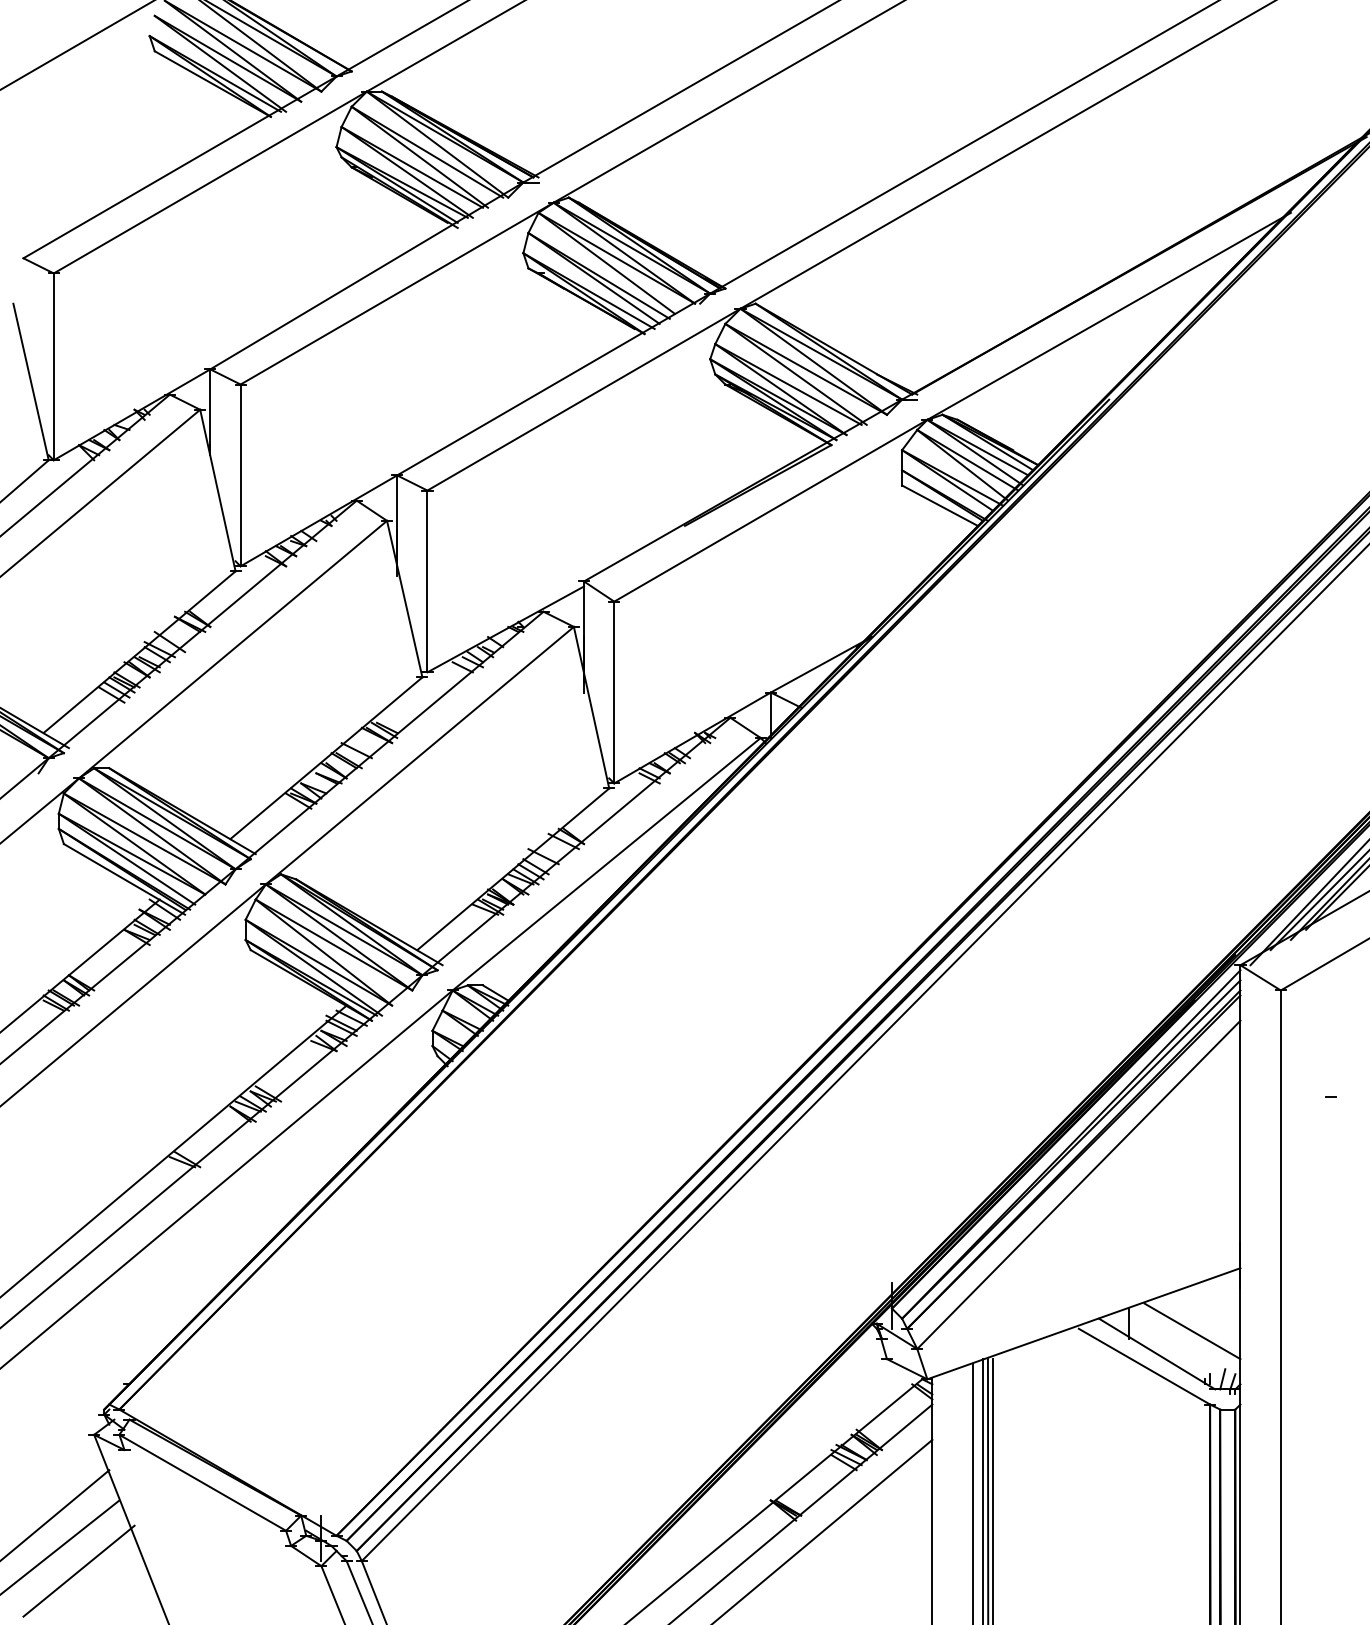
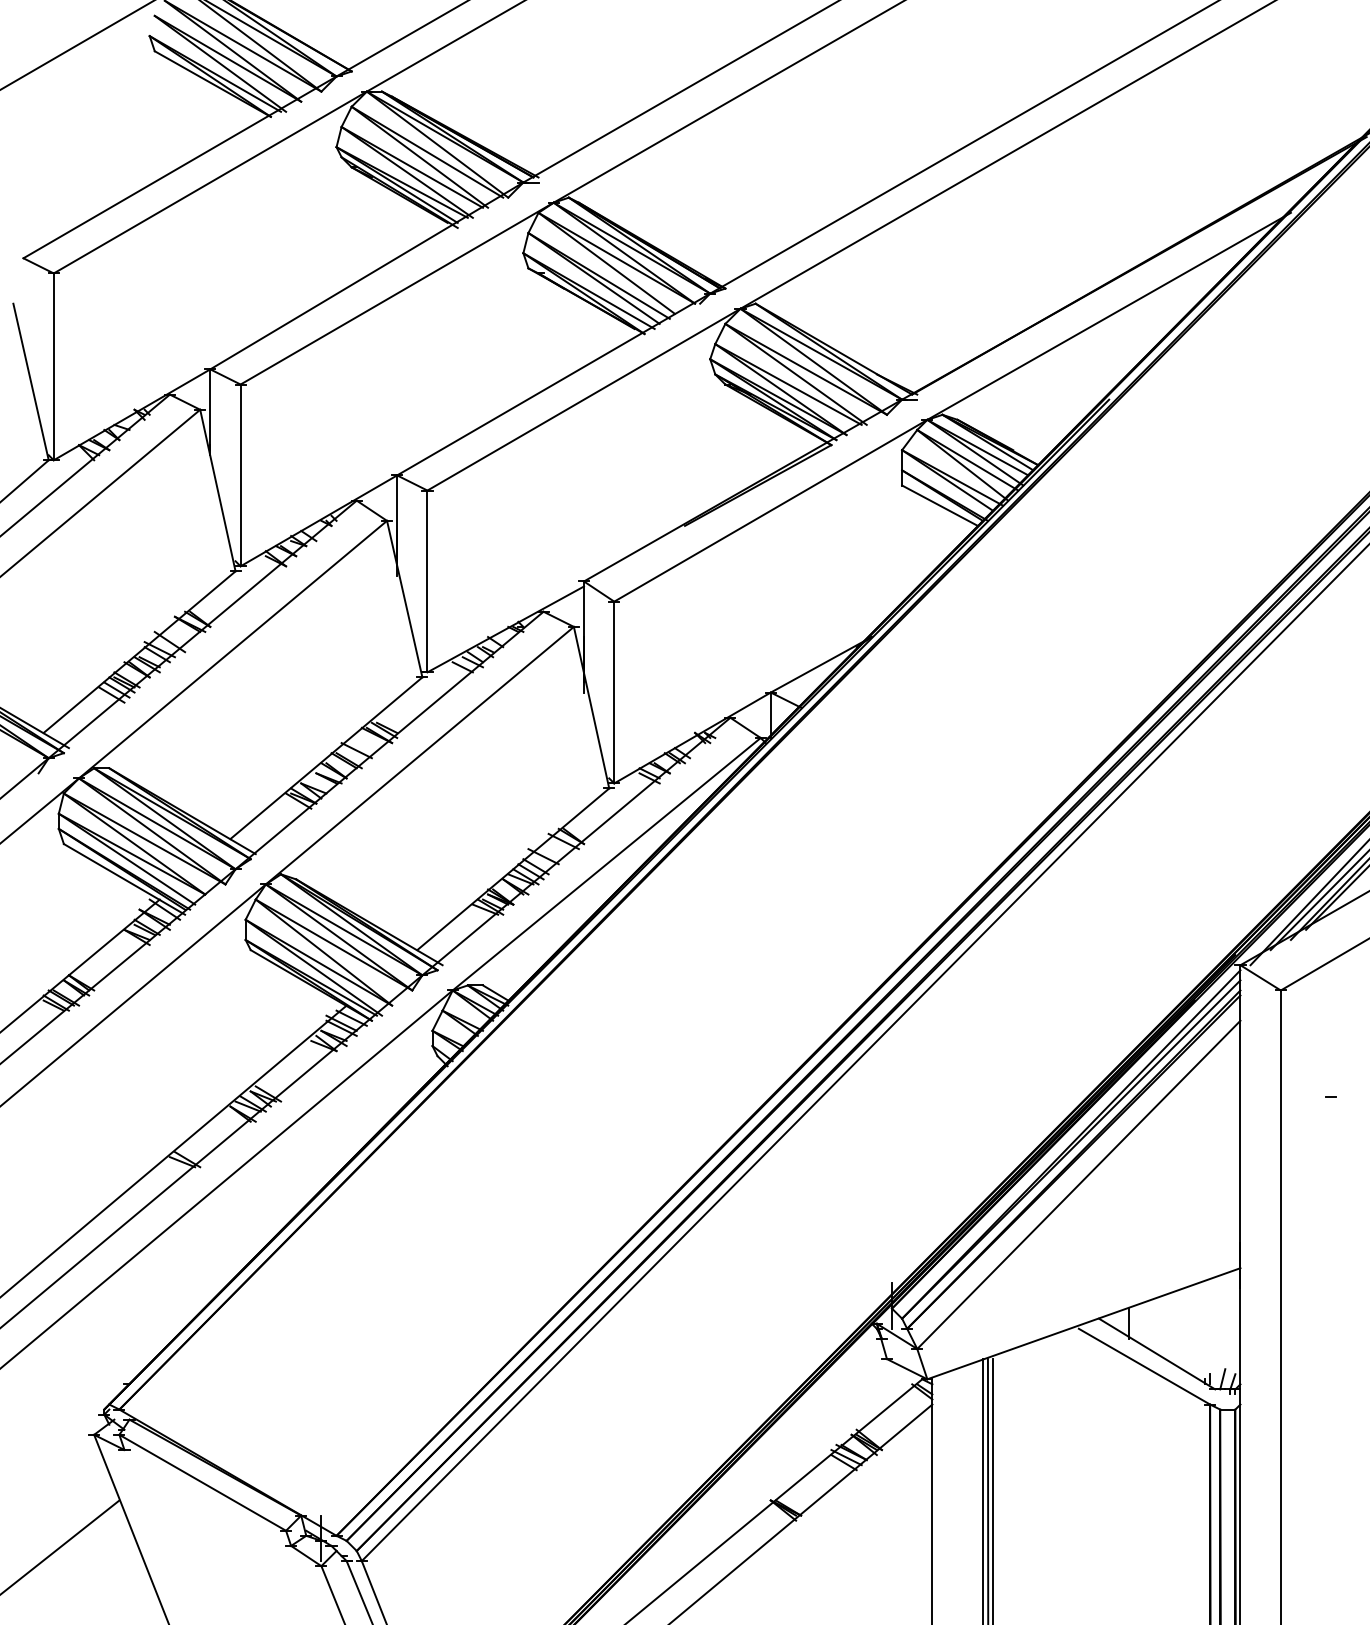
line at (1192, 1331): present -> none
line at (972, 1492): present -> none
line at (55, 1514): present -> none
line at (823, 1530): present -> none
line at (78, 1570): present -> none
